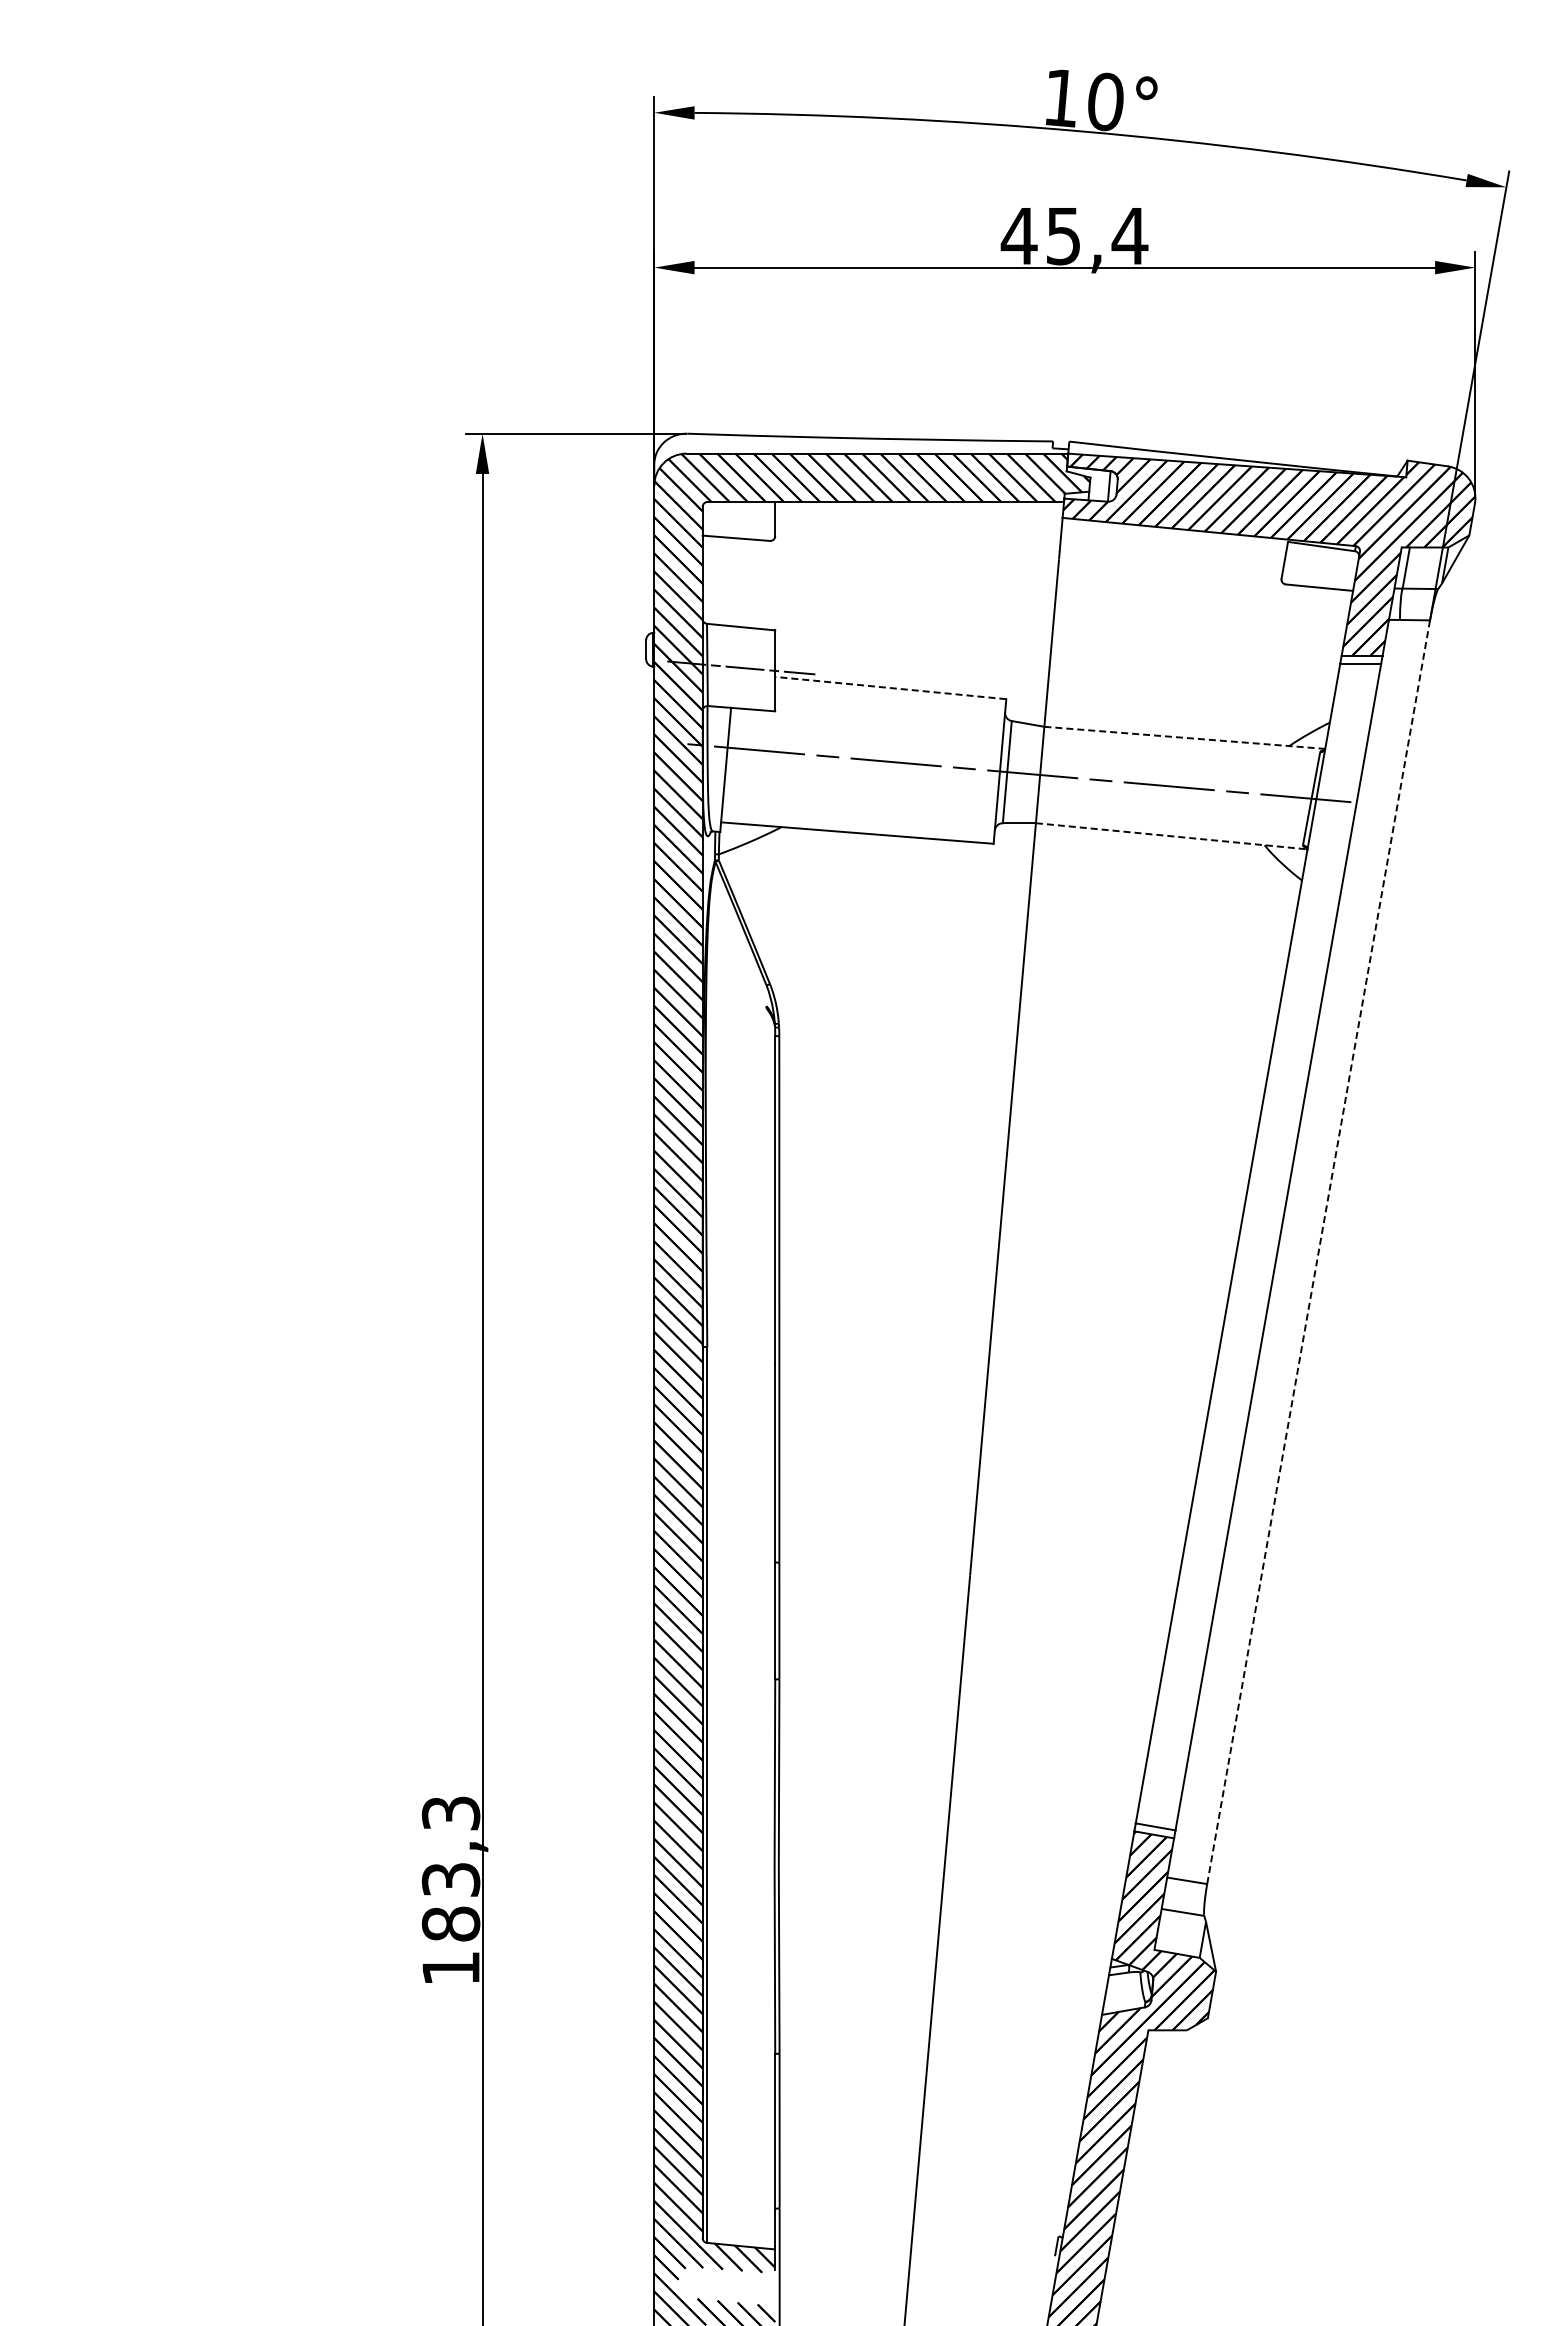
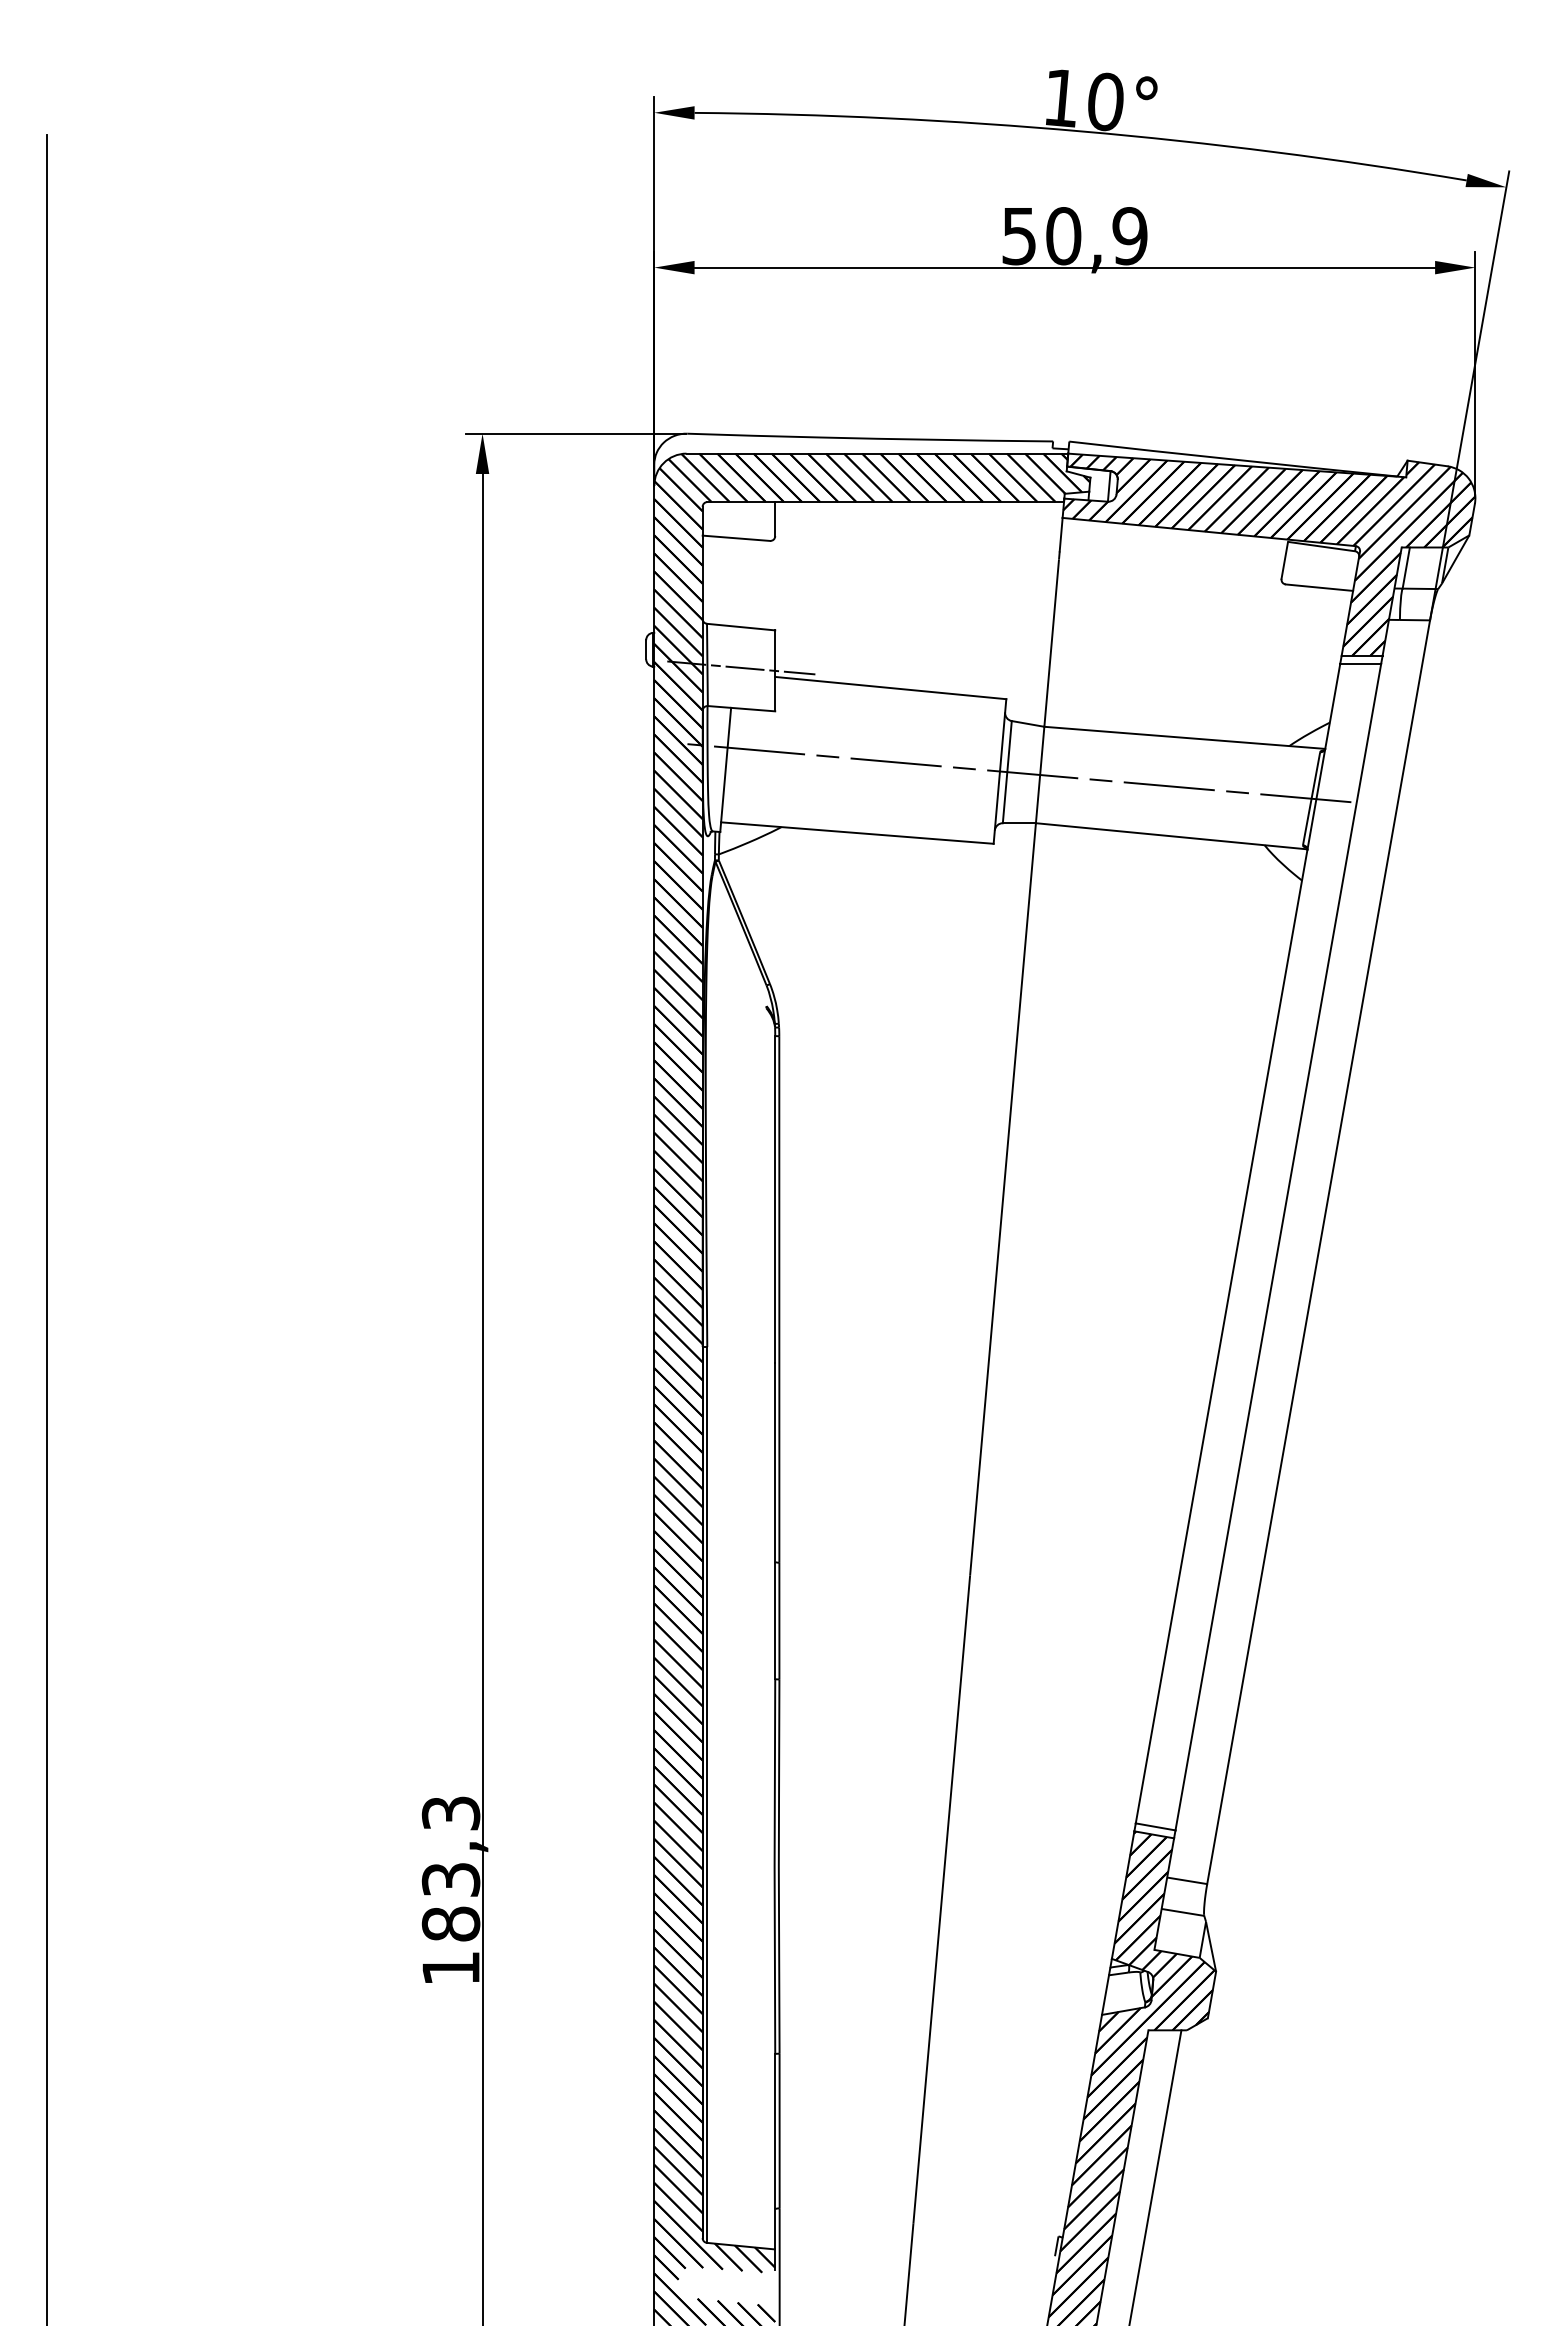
text at (1074, 236): 45,4 -> 50,9
line at (890, 688): dashed -> solid
line at (1184, 737): dashed -> solid
line at (1172, 836): dashed -> solid
line at (46, 1228): none -> present
line at (1318, 1252): dashed -> solid
line at (1155, 2176): none -> present
